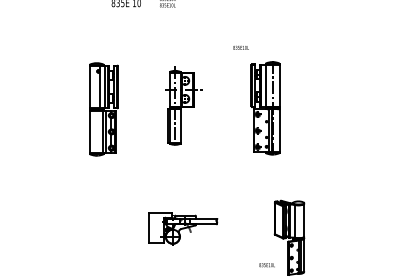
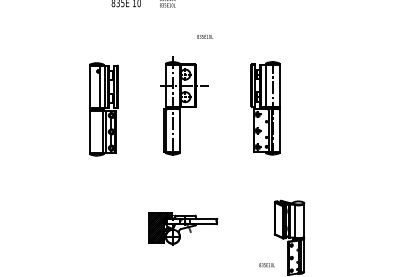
text at (240, 47) position: (240, 47) -> (204, 36)
part at (183, 105) size: 38x80 px -> 49x100 px
hatch at (160, 227): none -> present
